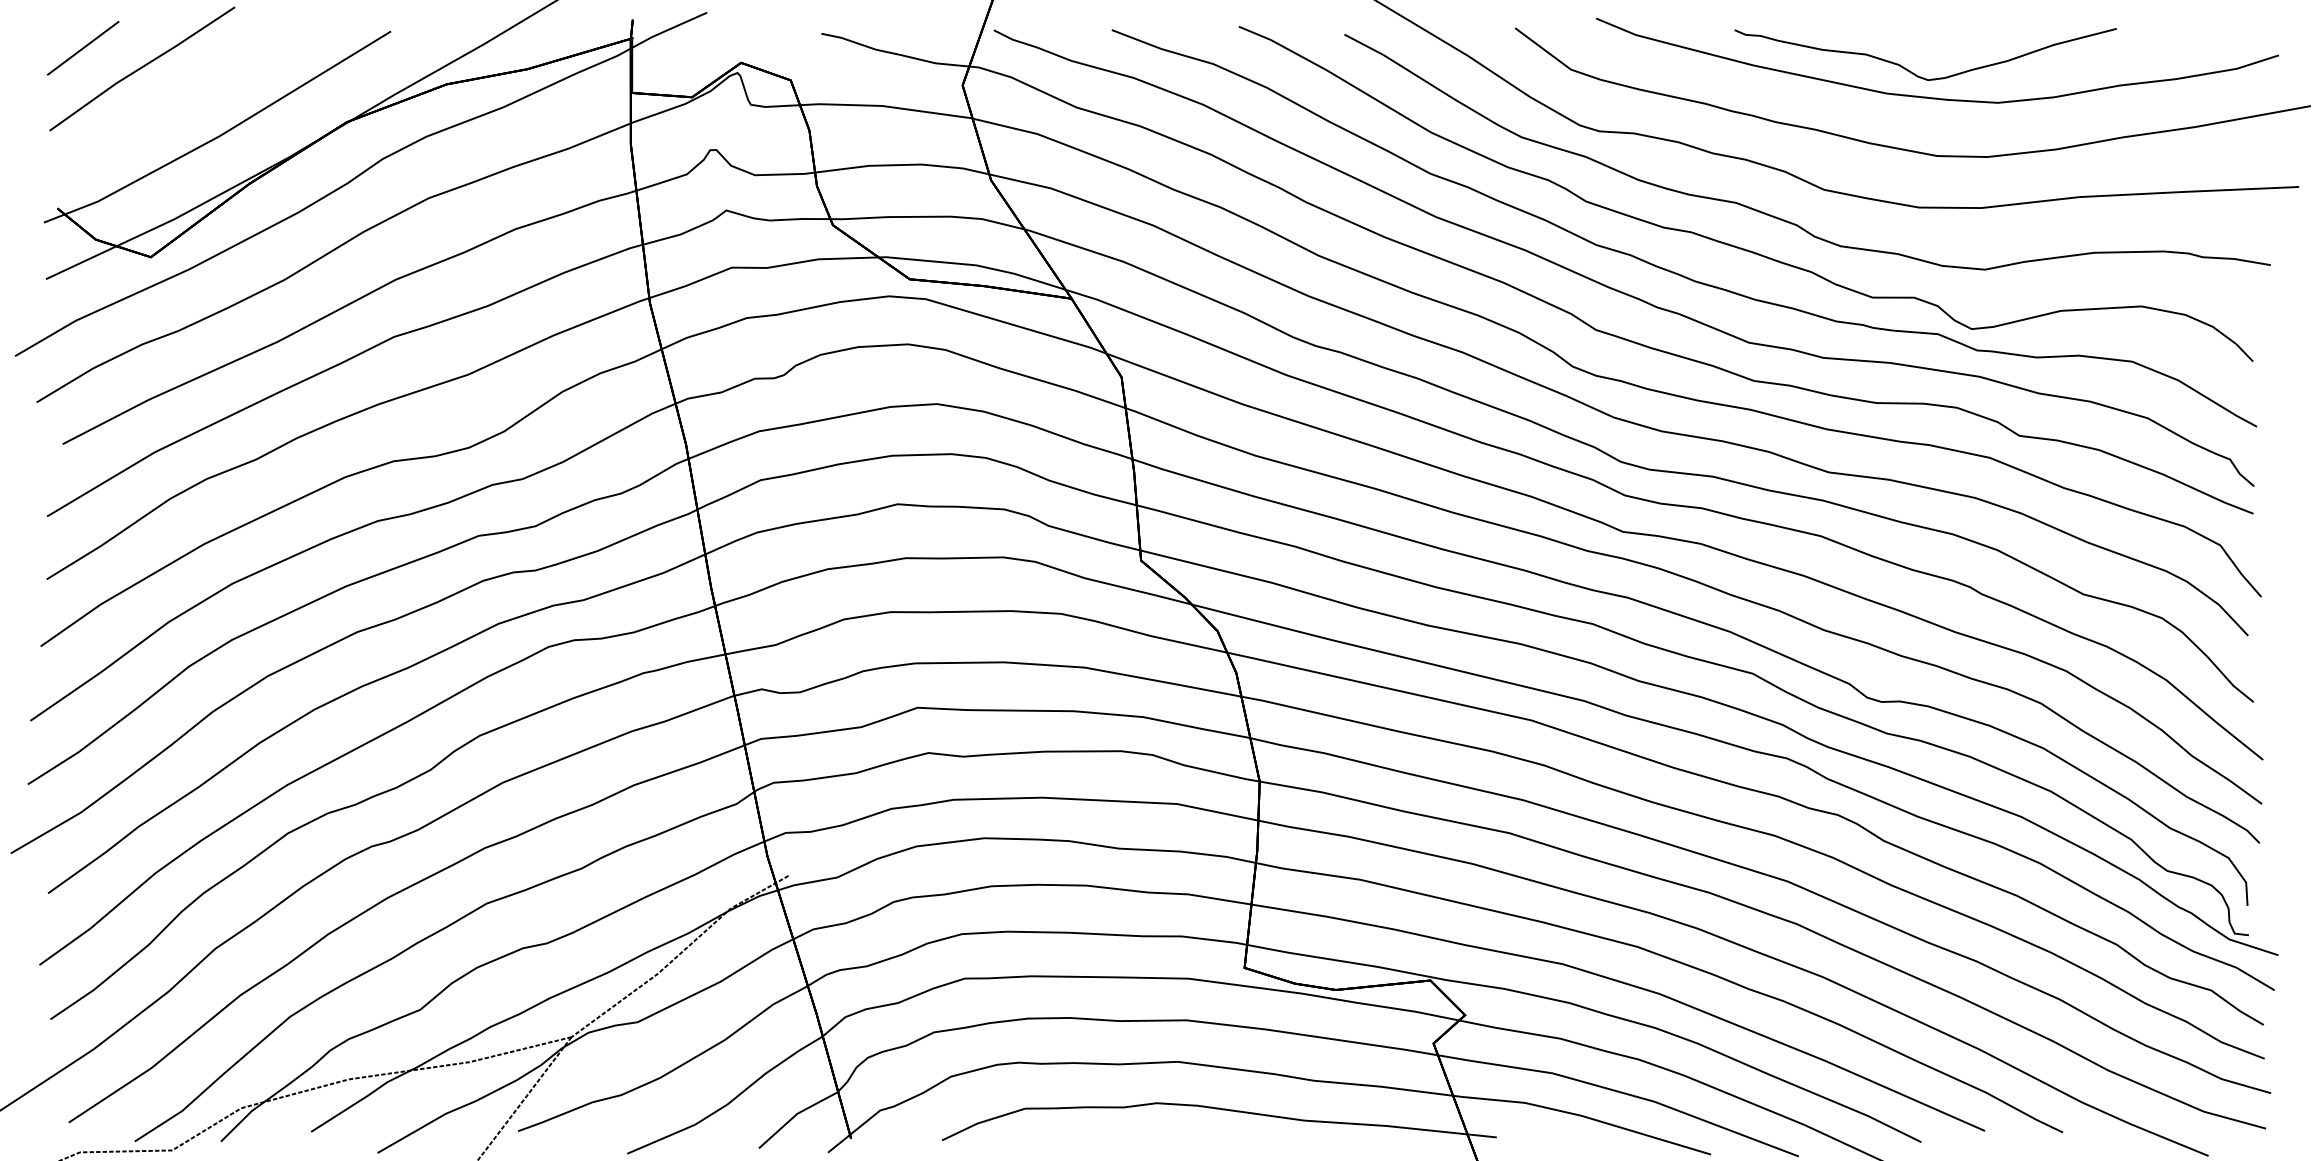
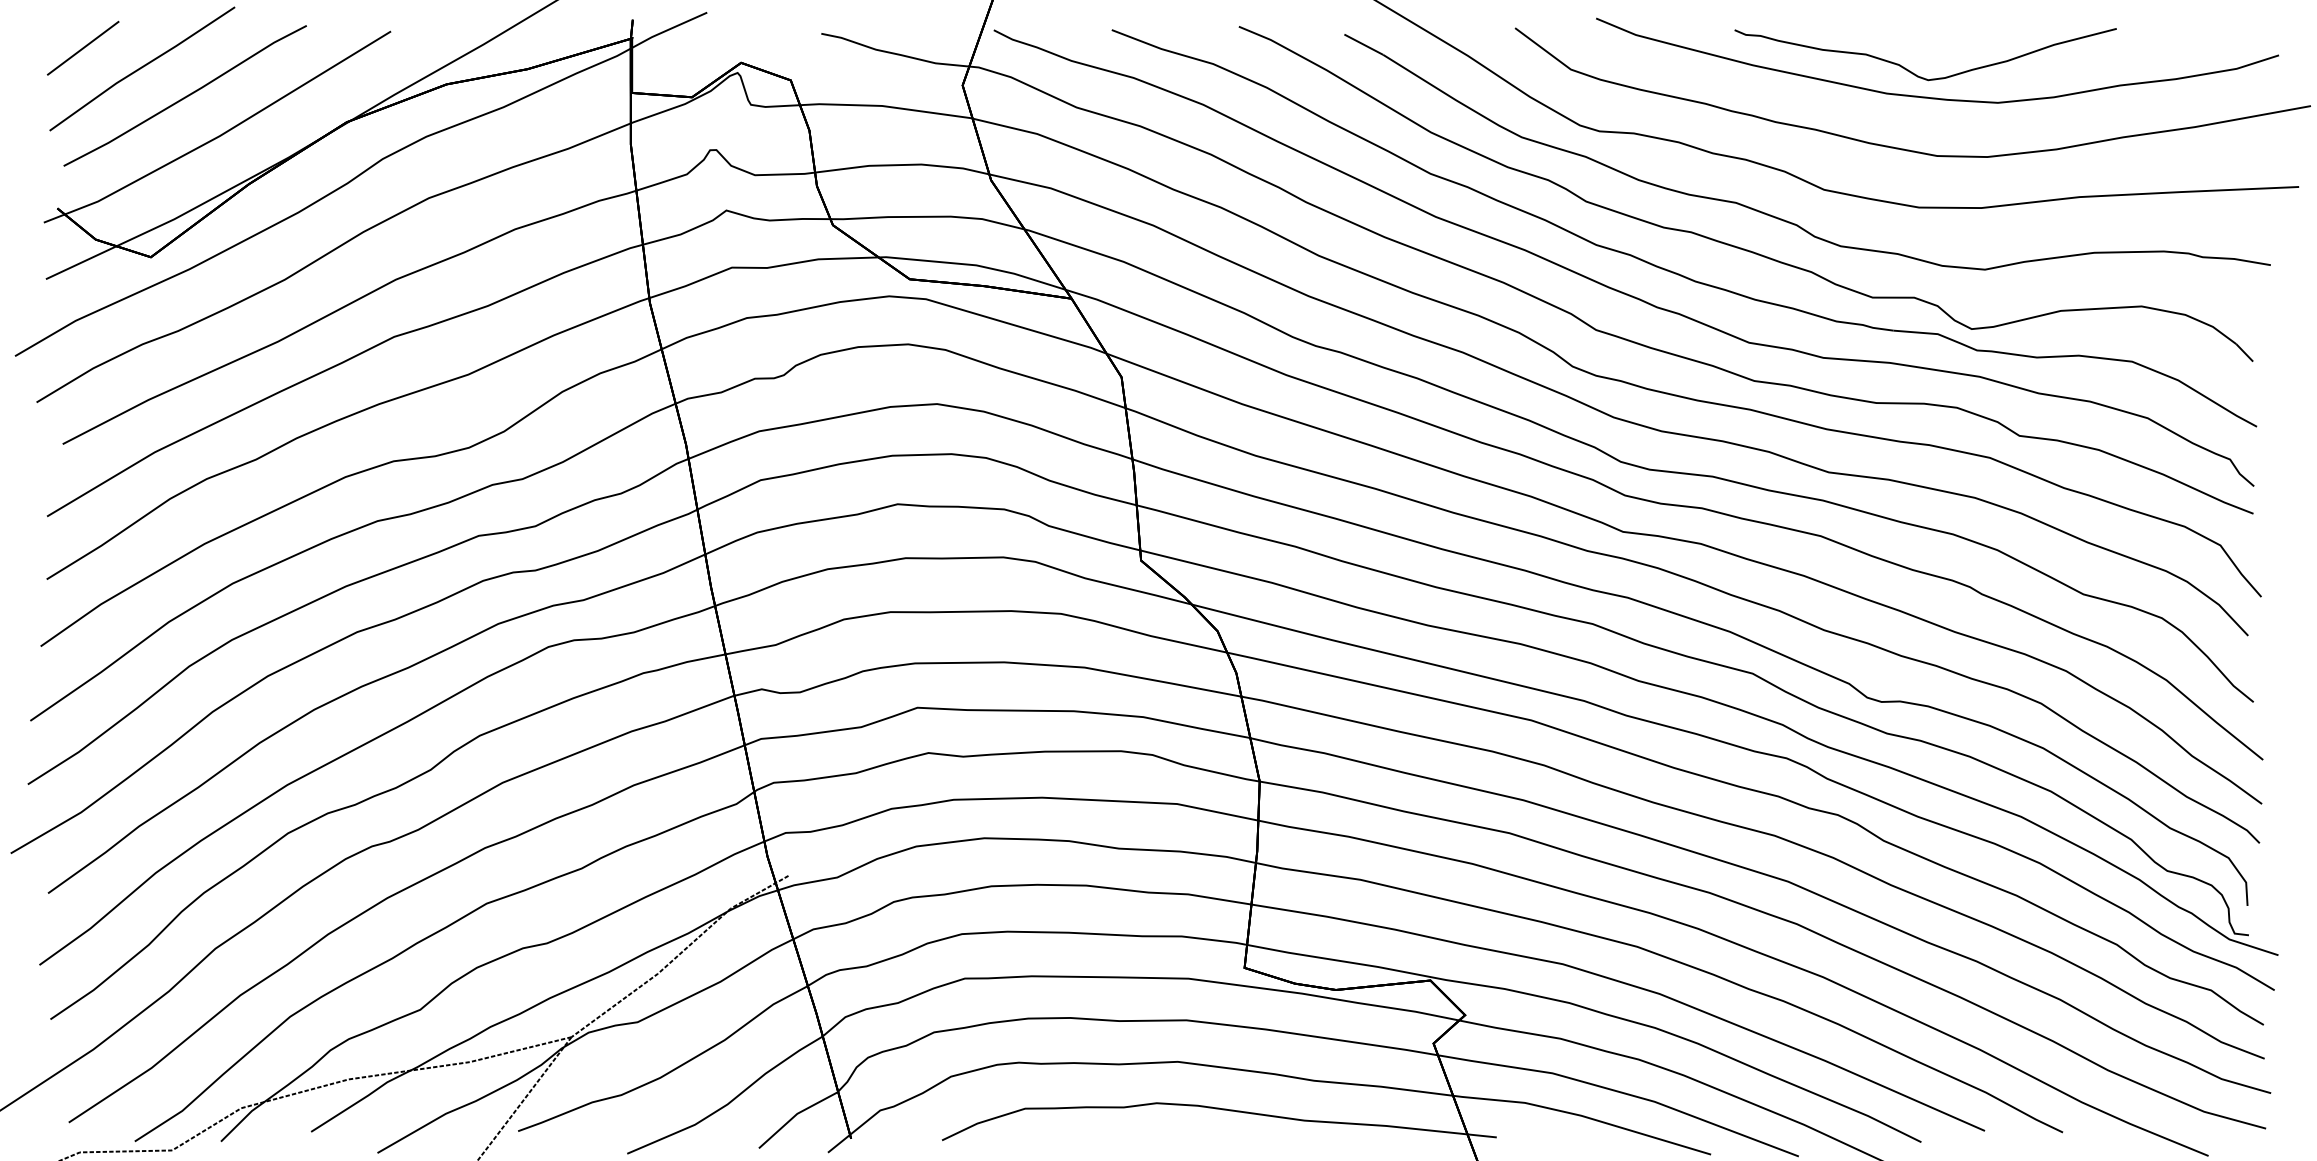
line at (184, 96): none -> present
